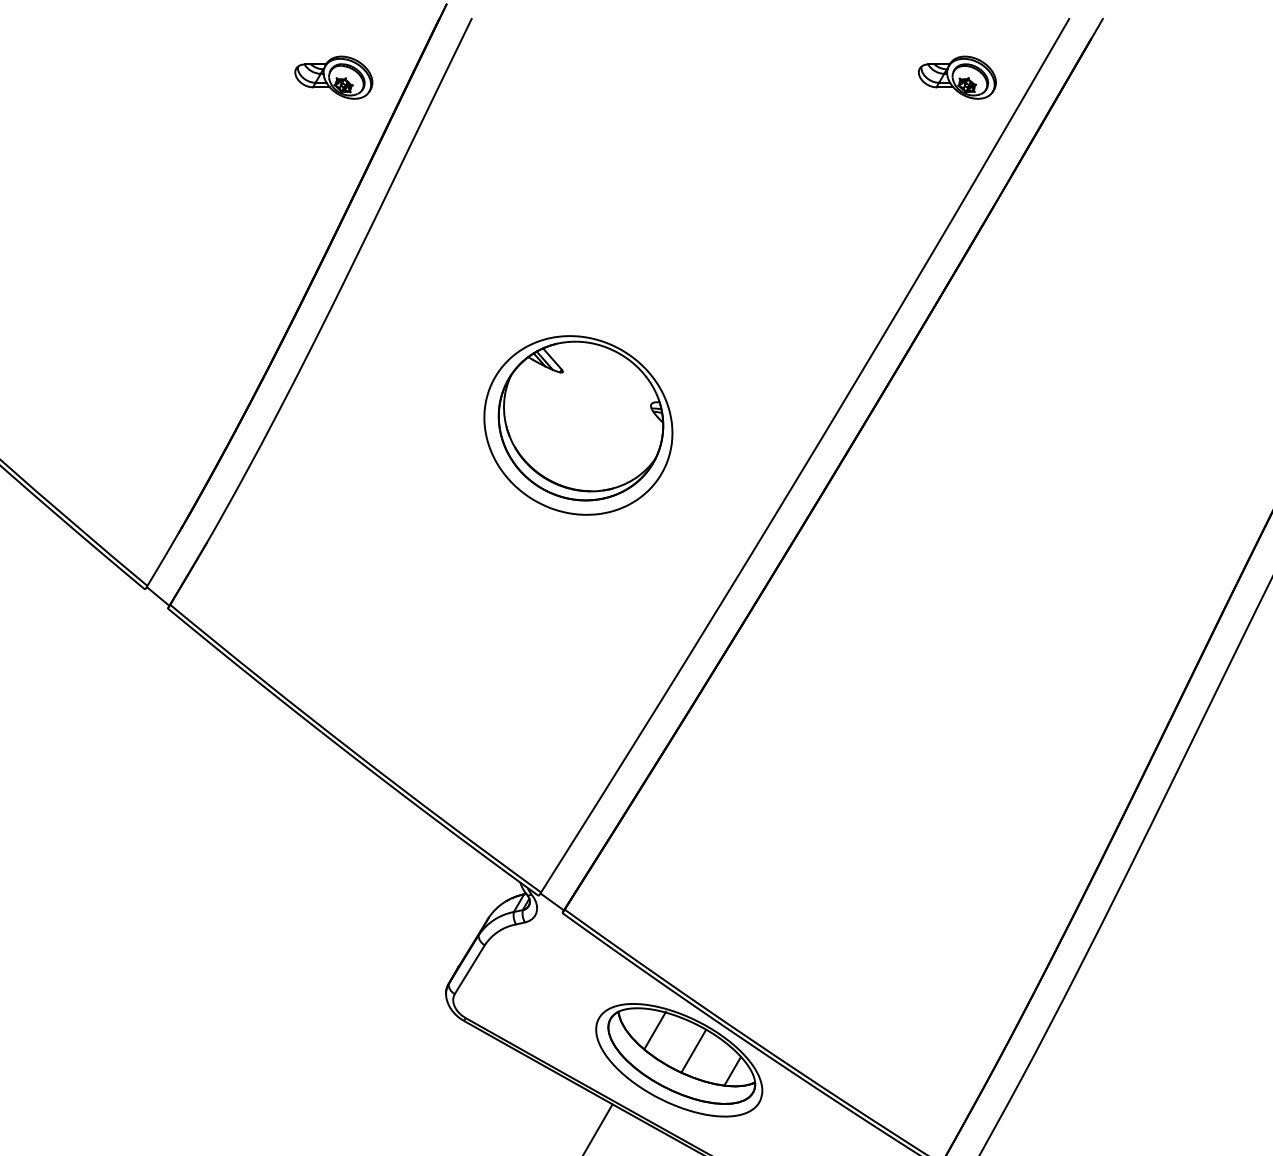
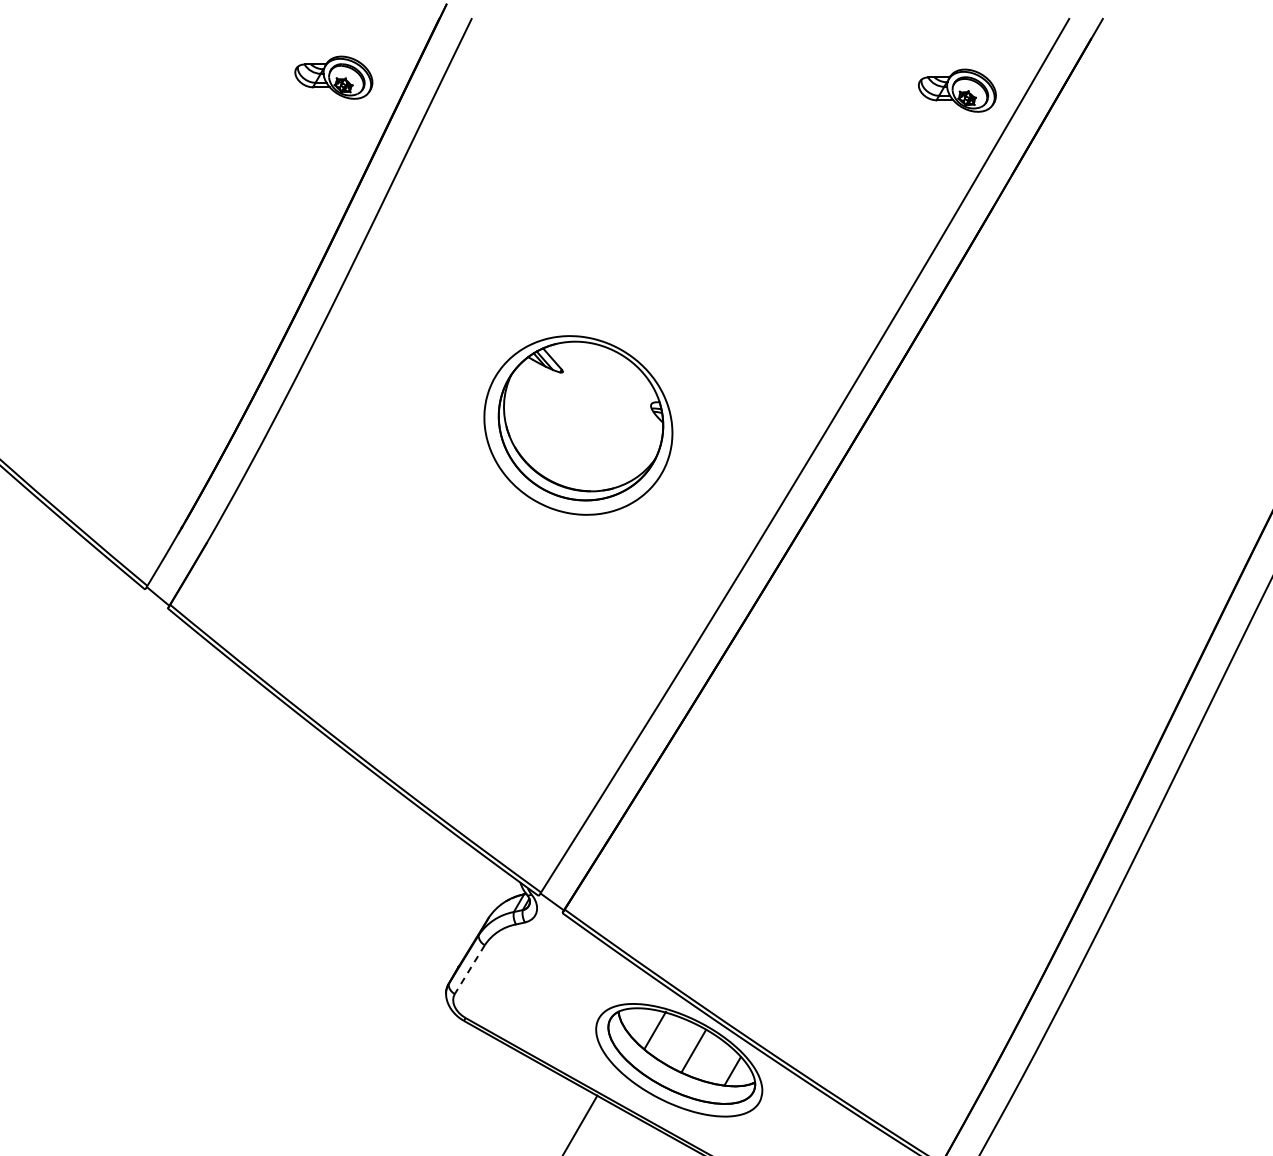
part at (957, 77) position: (957, 77) -> (957, 90)
line at (469, 969): solid -> dashed
line at (598, 1128) position: (598, 1128) -> (580, 1123)
